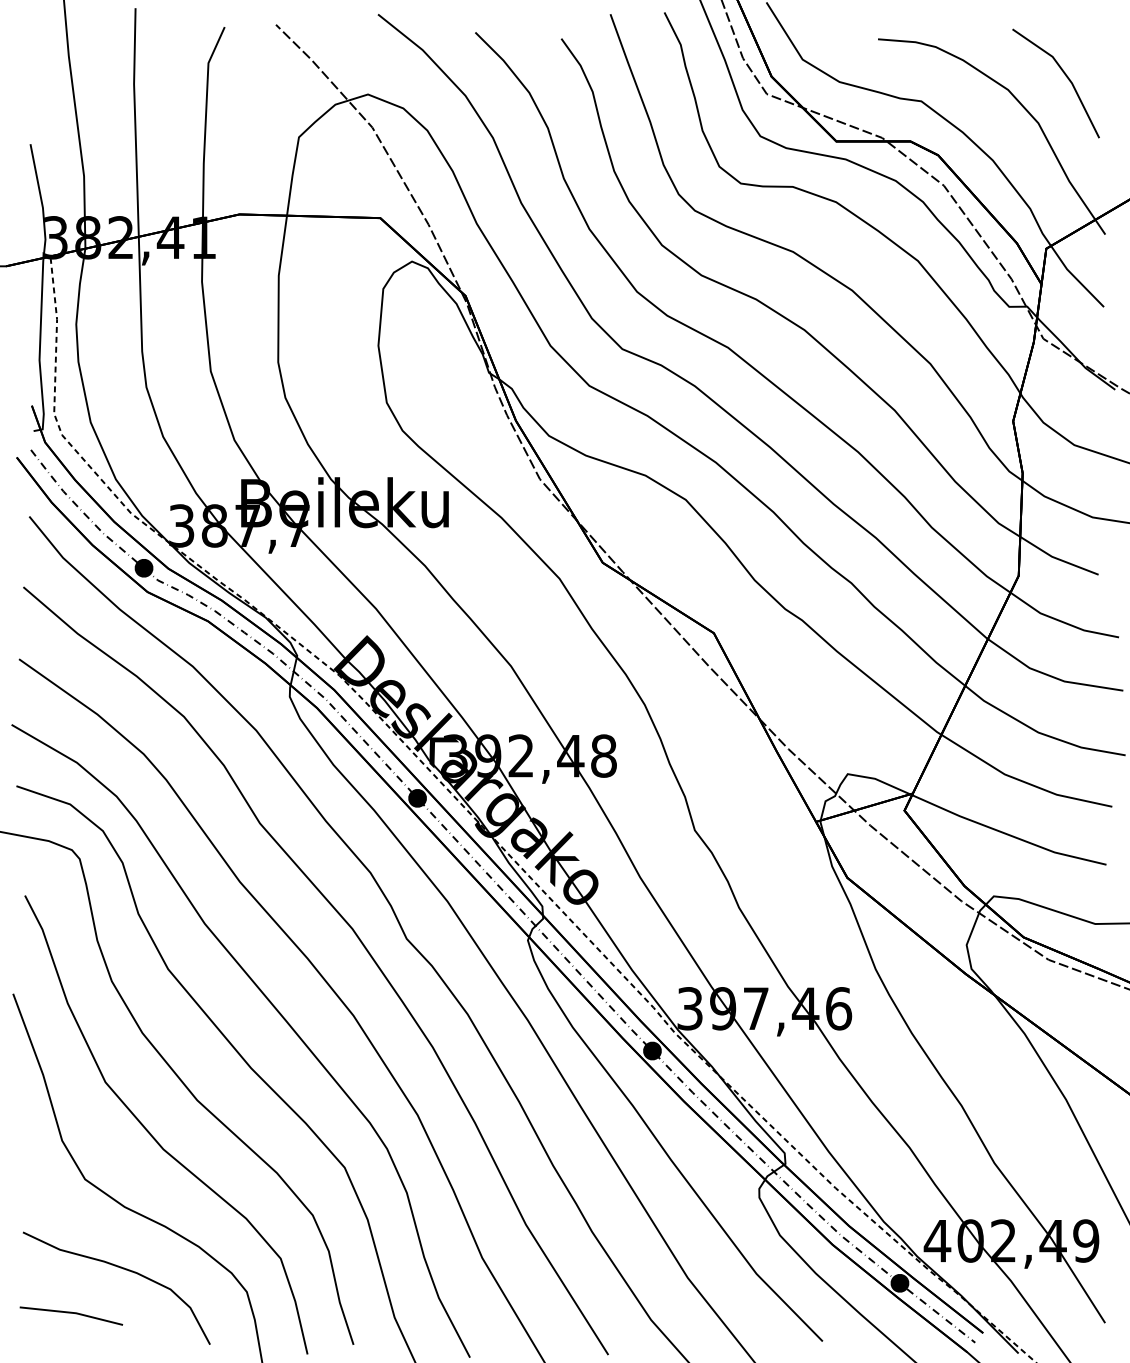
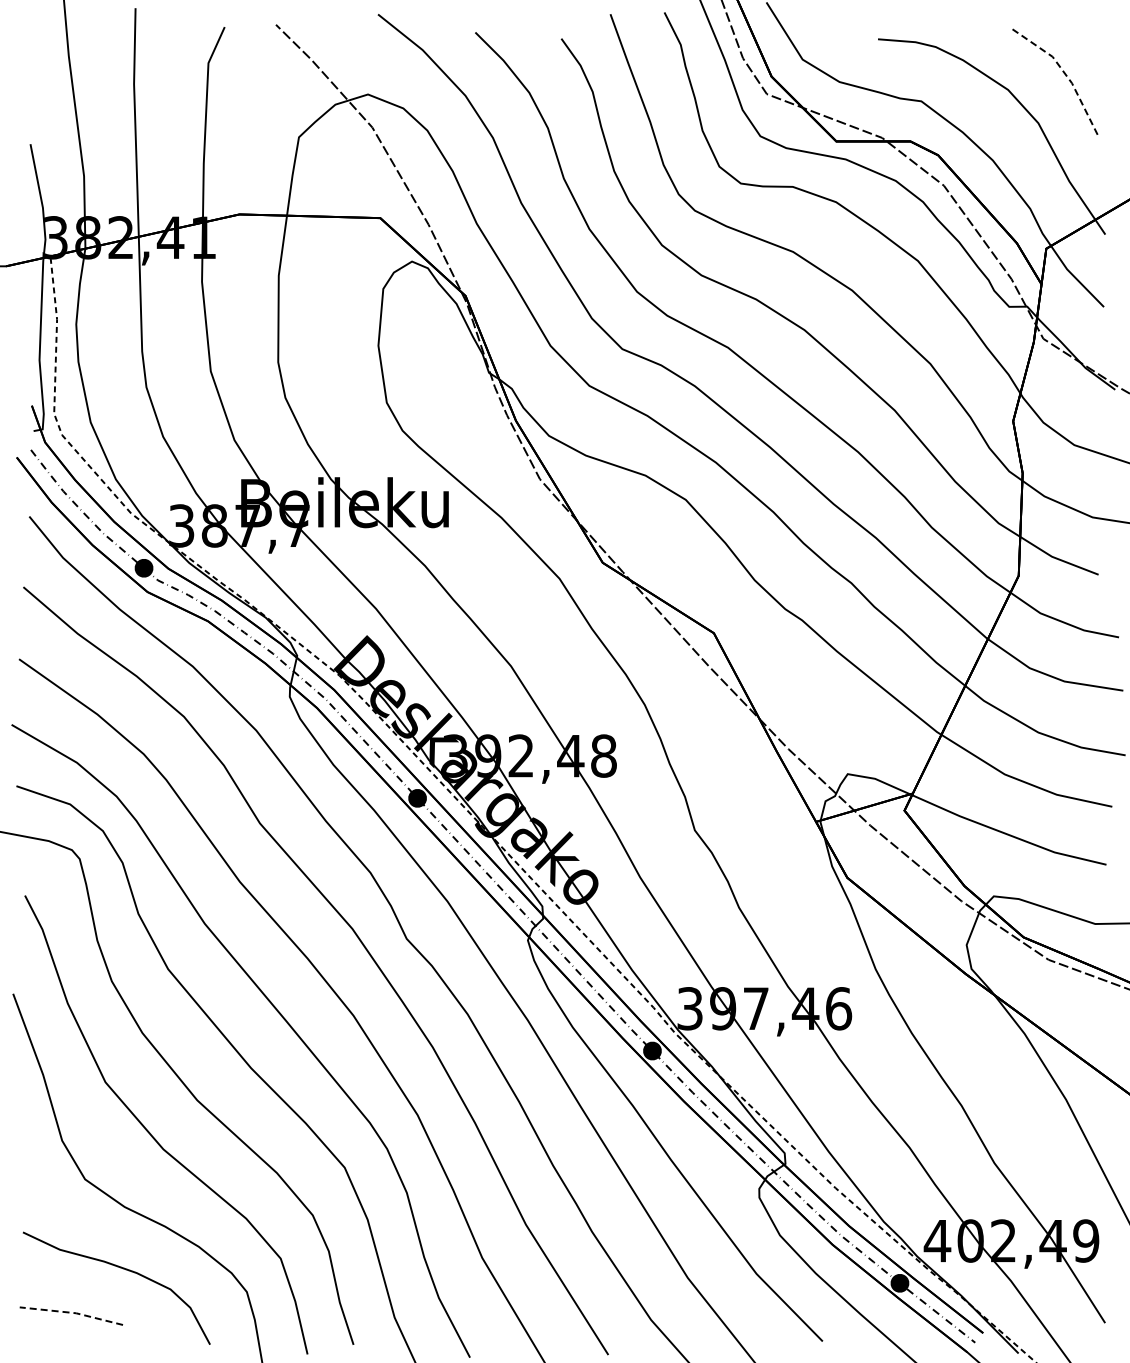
line at (1066, 75): solid -> dashed
line at (72, 1312): solid -> dashed
